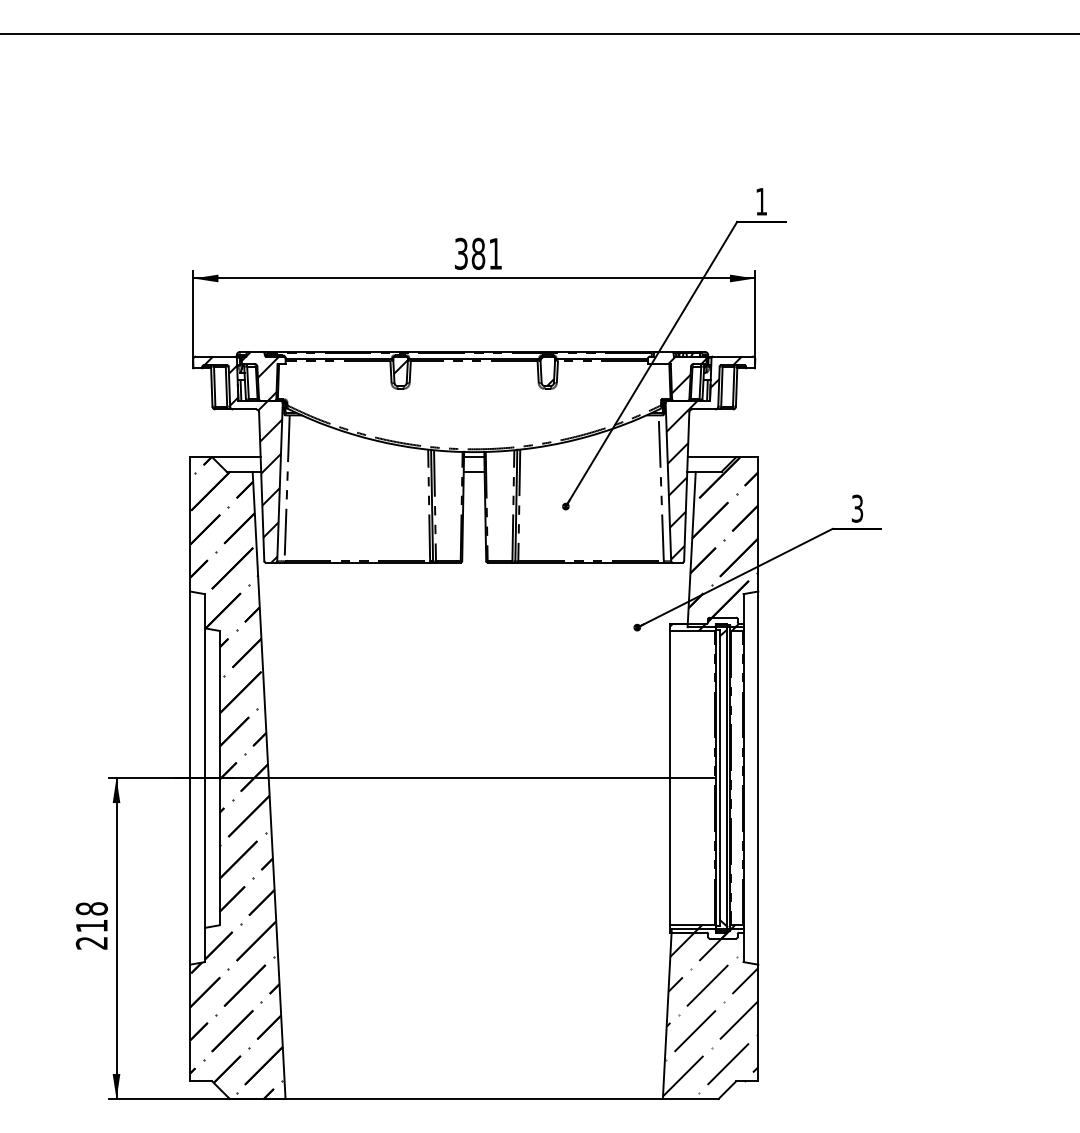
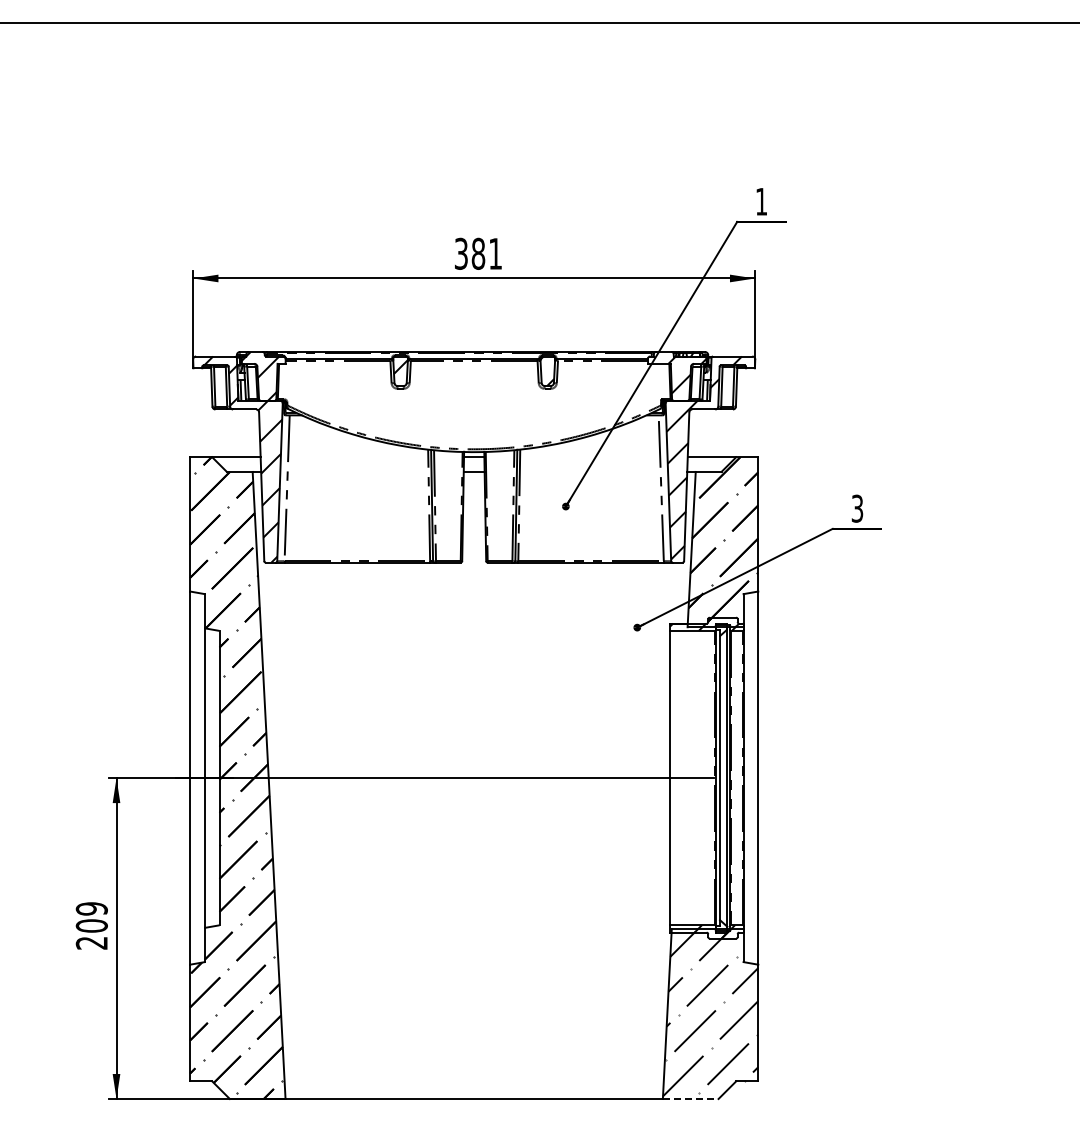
line at (539, 33) position: (539, 33) -> (539, 22)
text at (91, 917): 218 -> 209
line at (690, 1099): solid -> dashed
